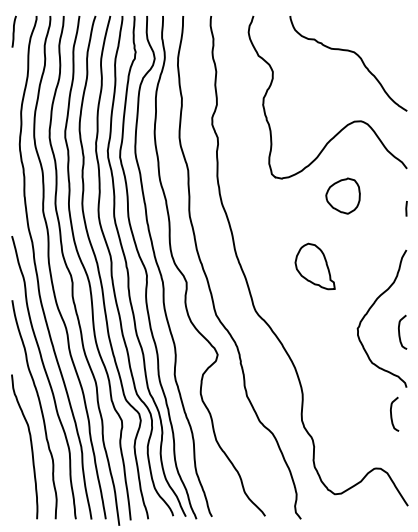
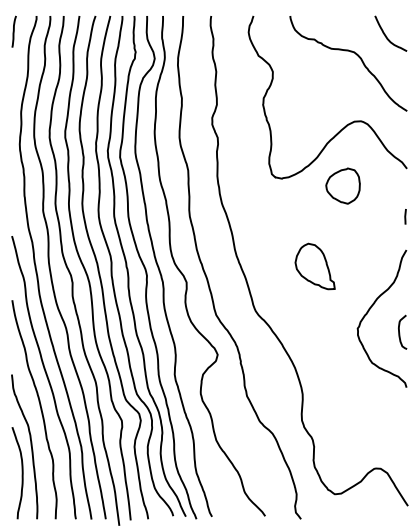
curve at (386, 35): none -> present
part at (342, 195) position: (342, 195) -> (342, 185)
line at (406, 208) position: (406, 208) -> (405, 216)
curve at (392, 415): present -> none
curve at (21, 473): none -> present
